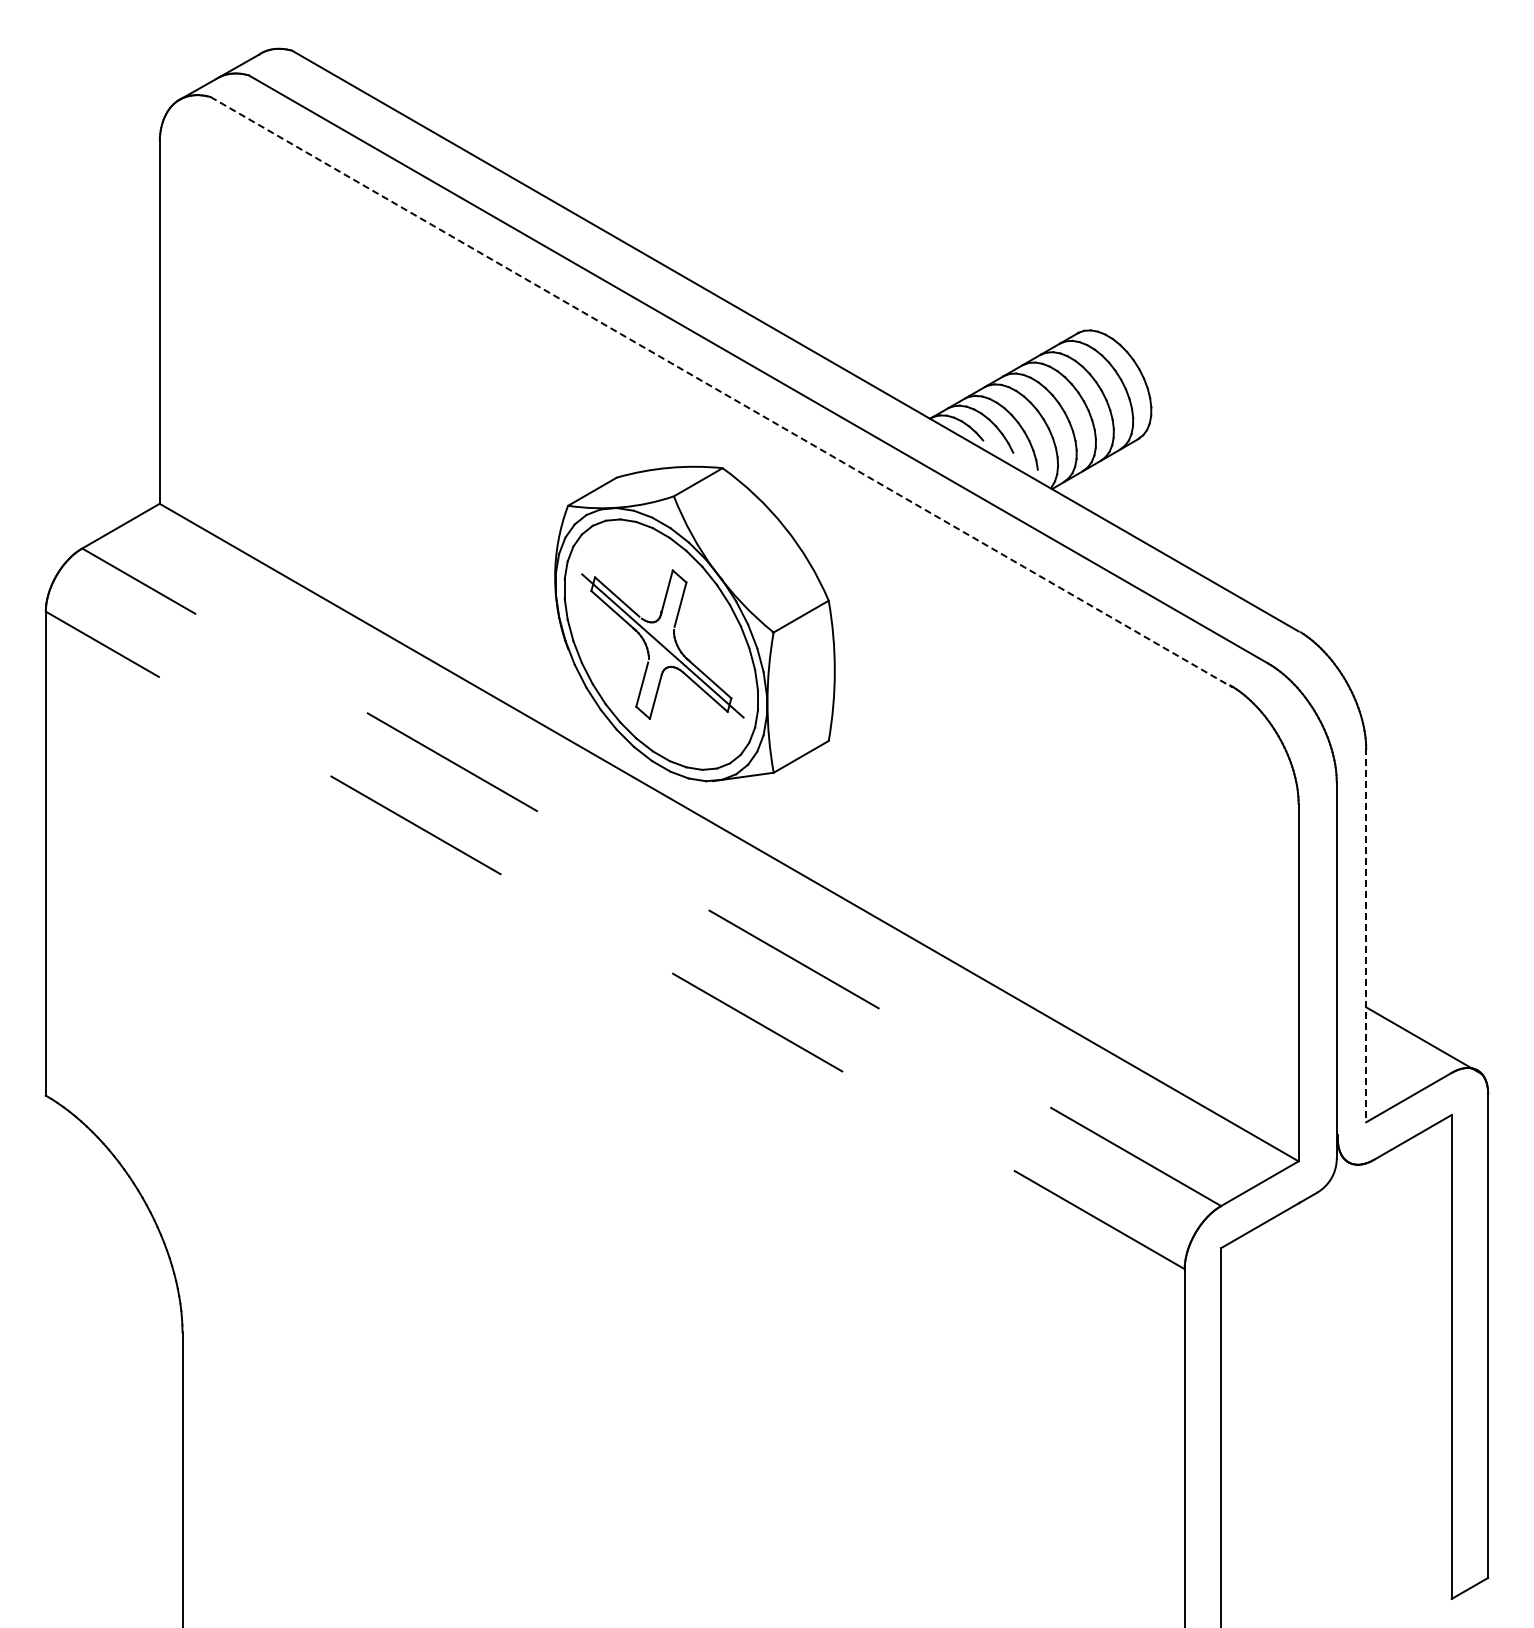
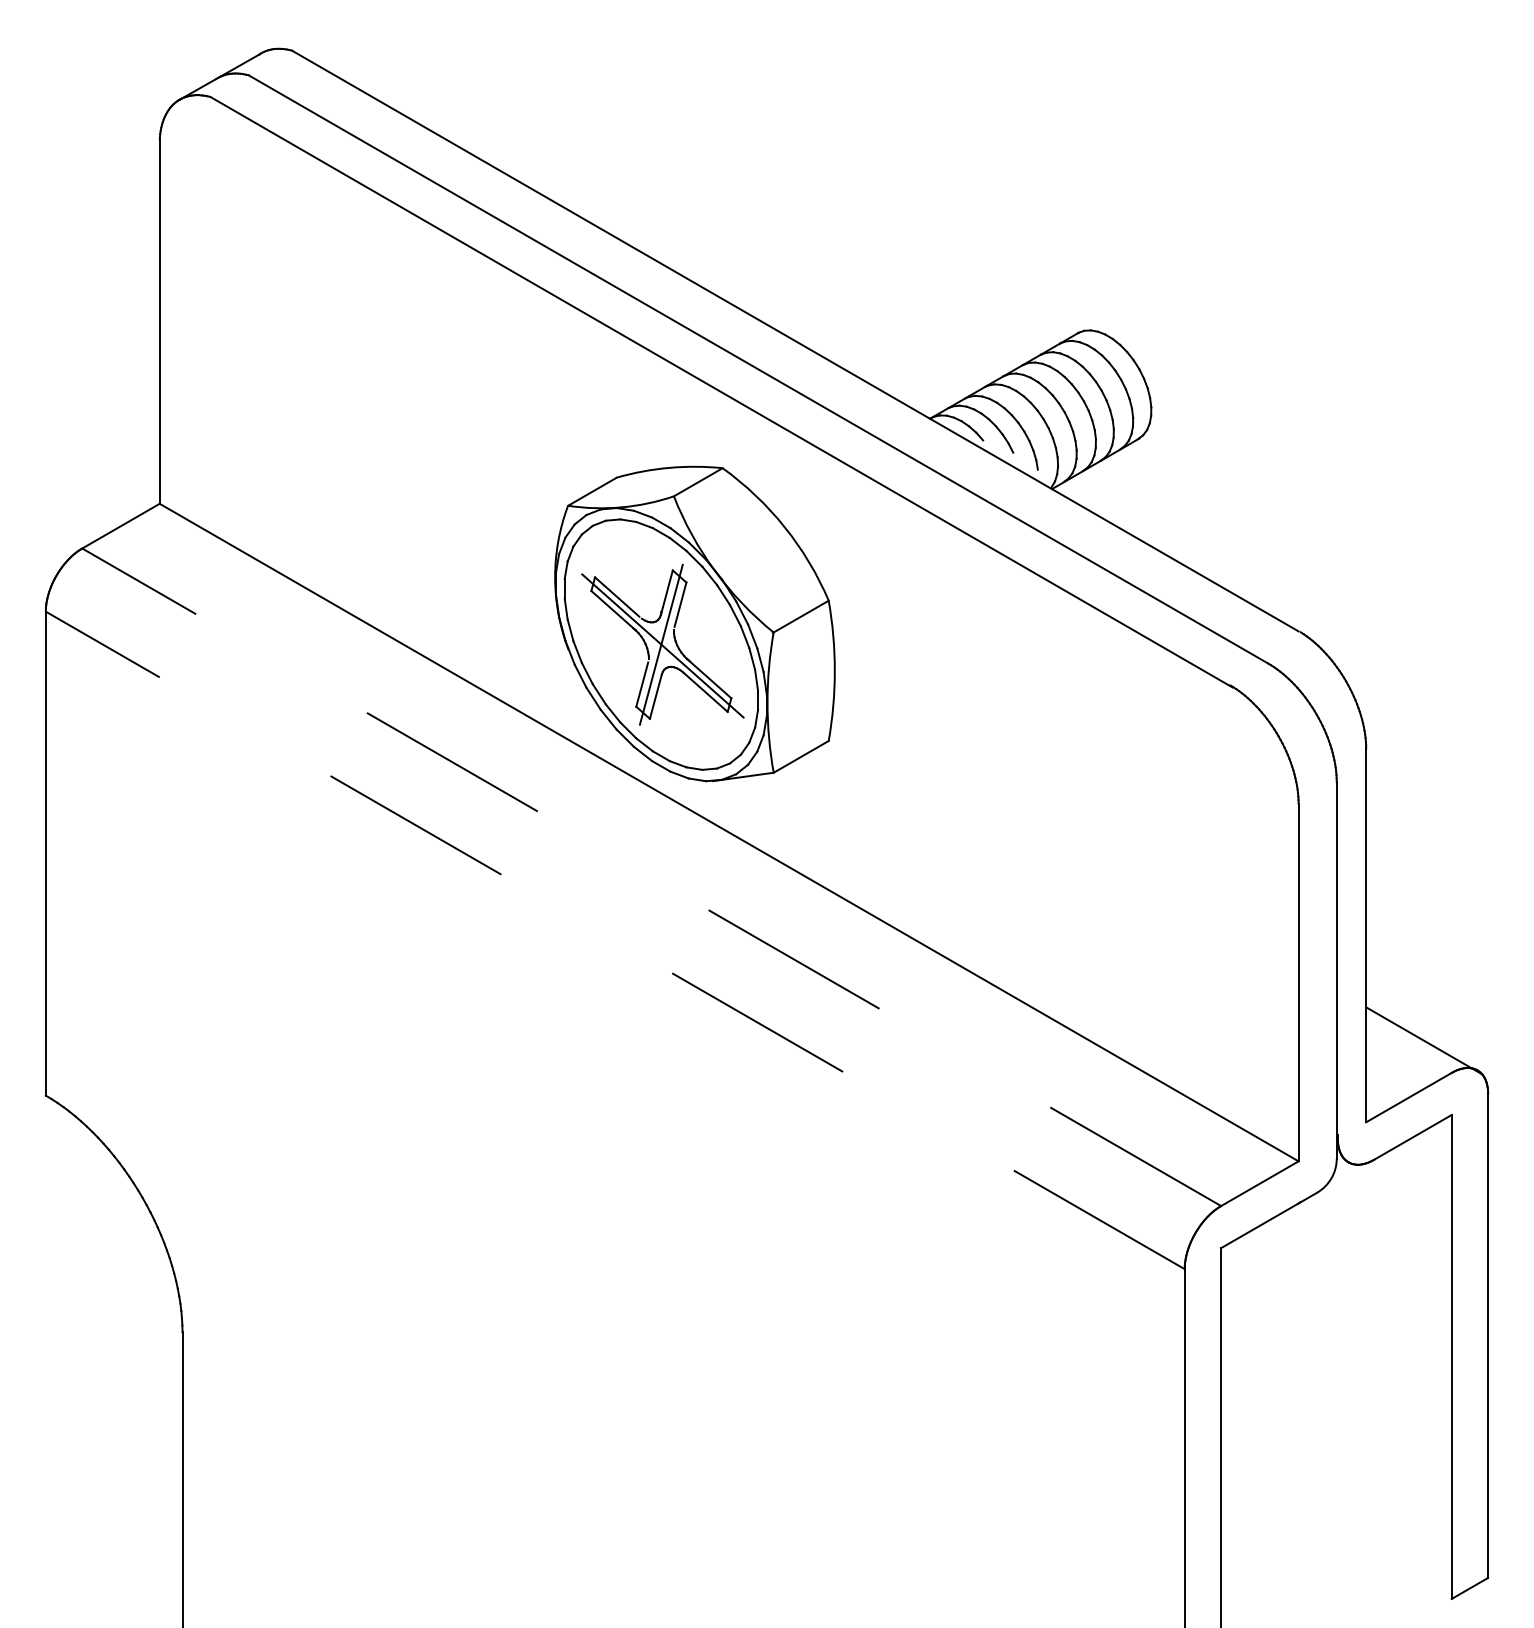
line at (721, 392): dashed -> solid
line at (661, 644): none -> present
line at (1366, 935): dashed -> solid
